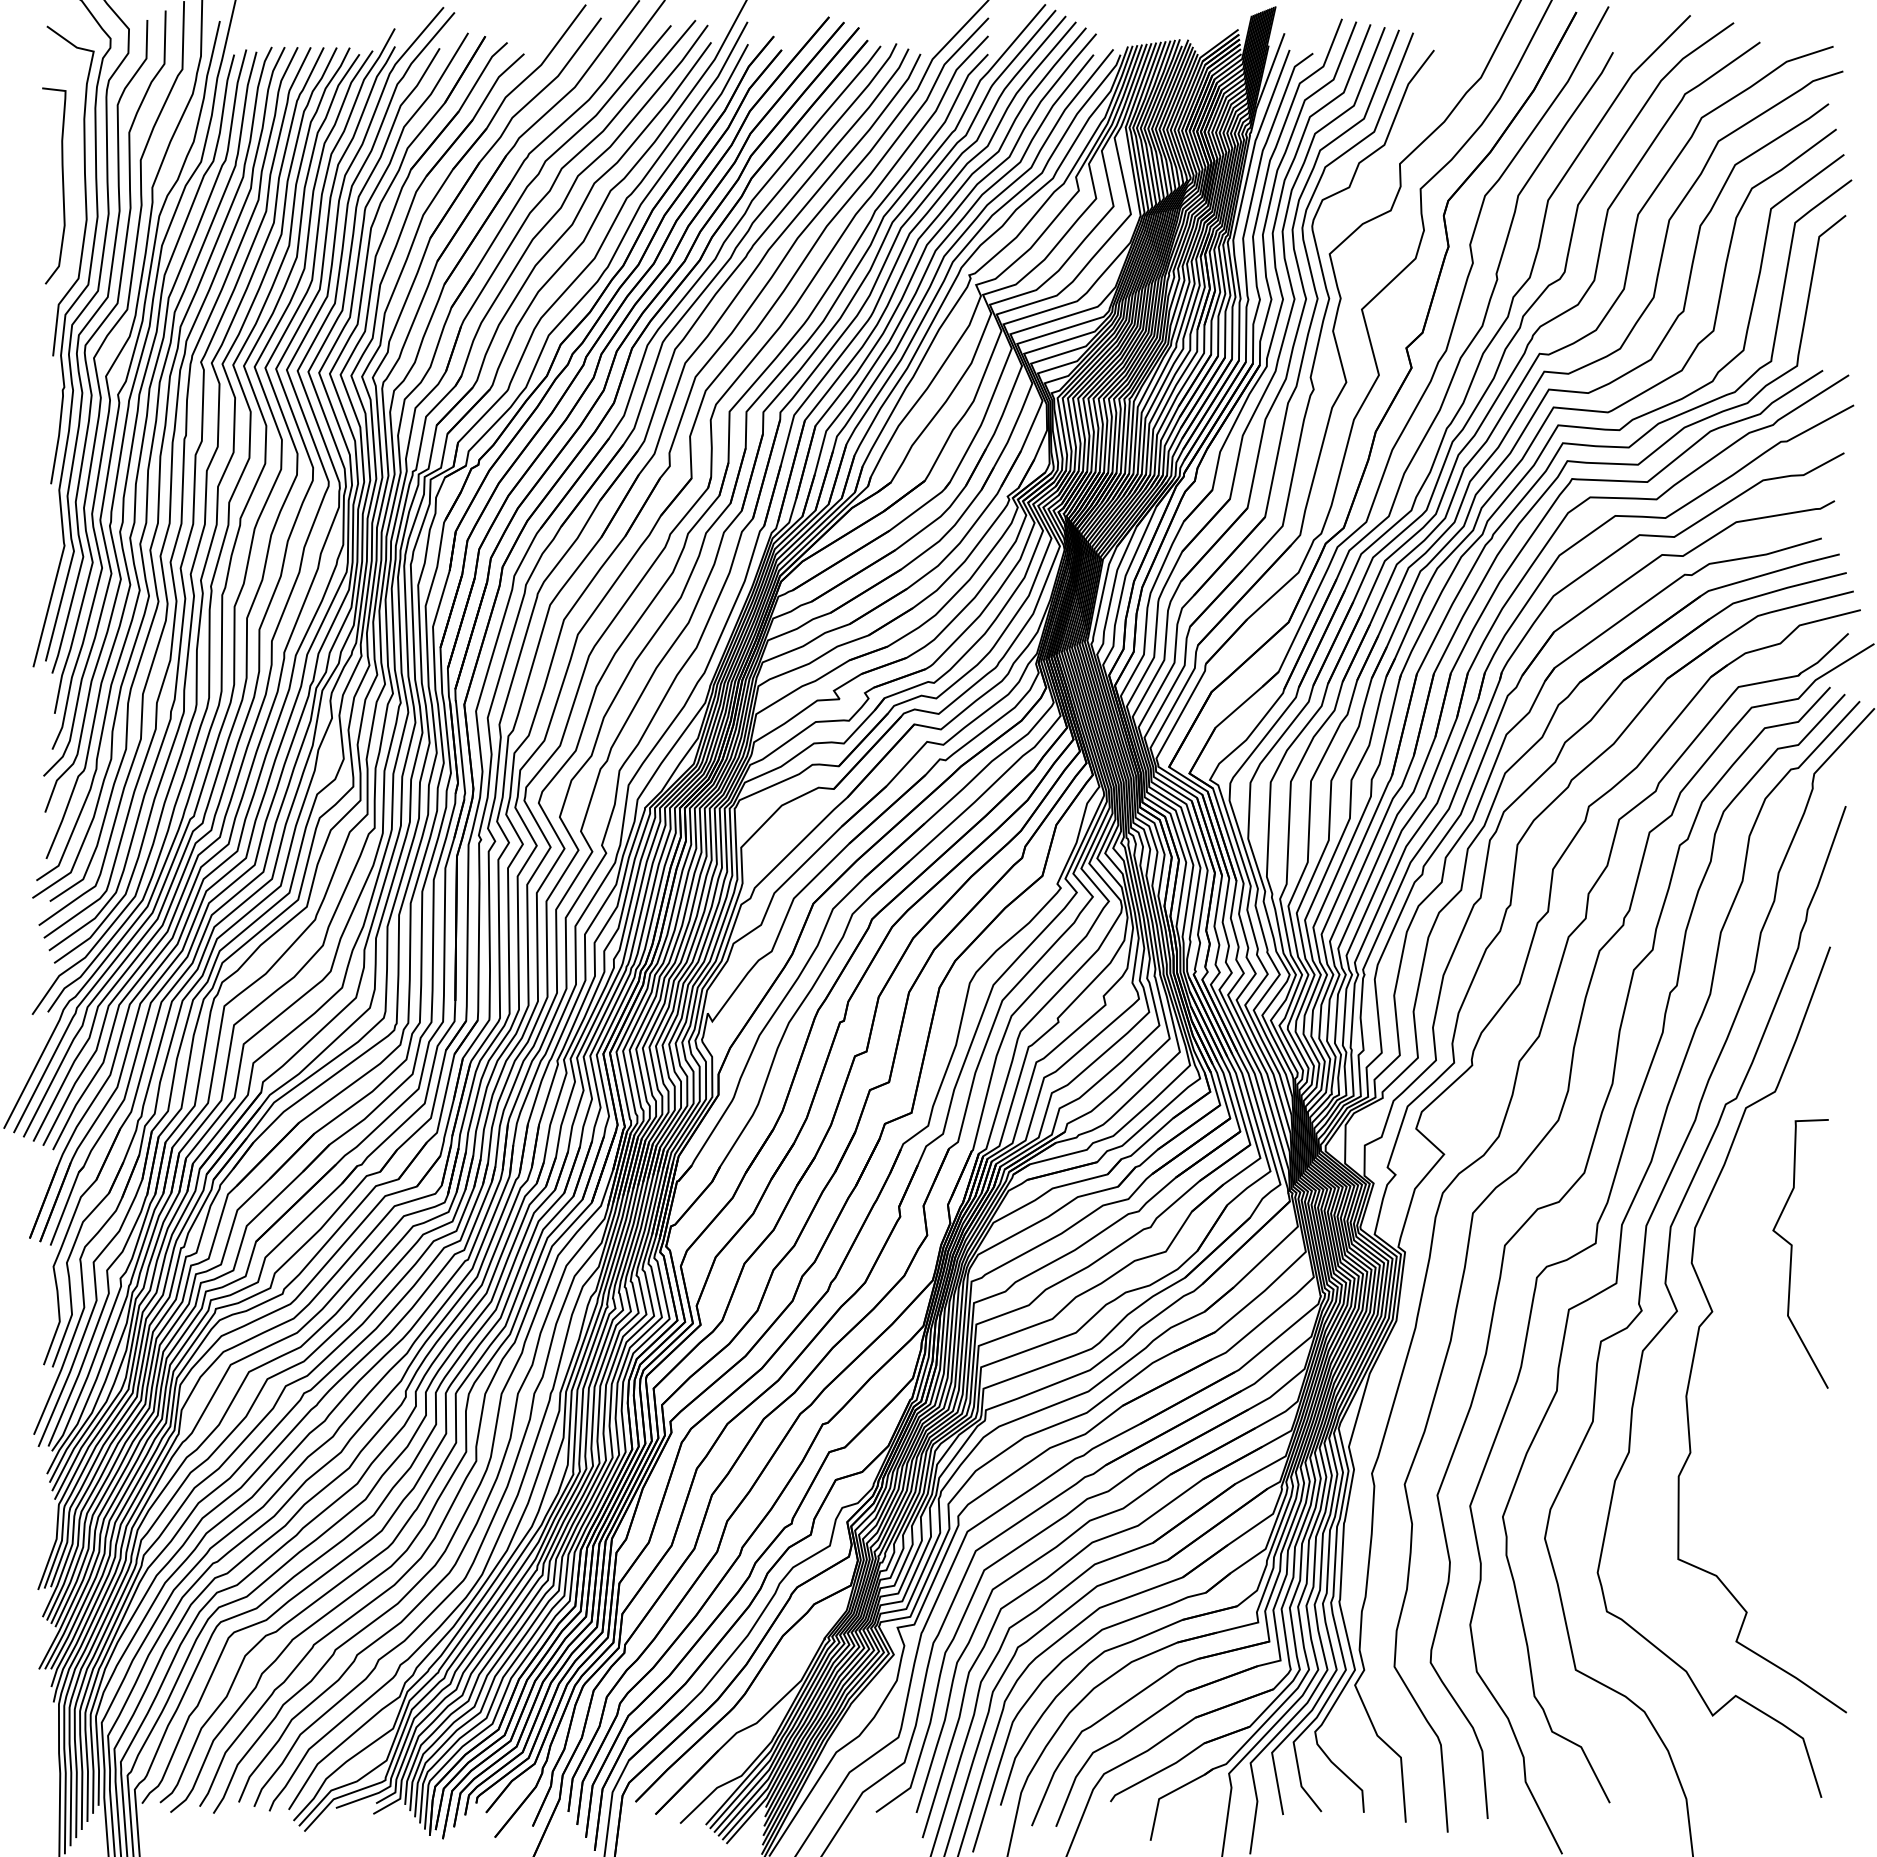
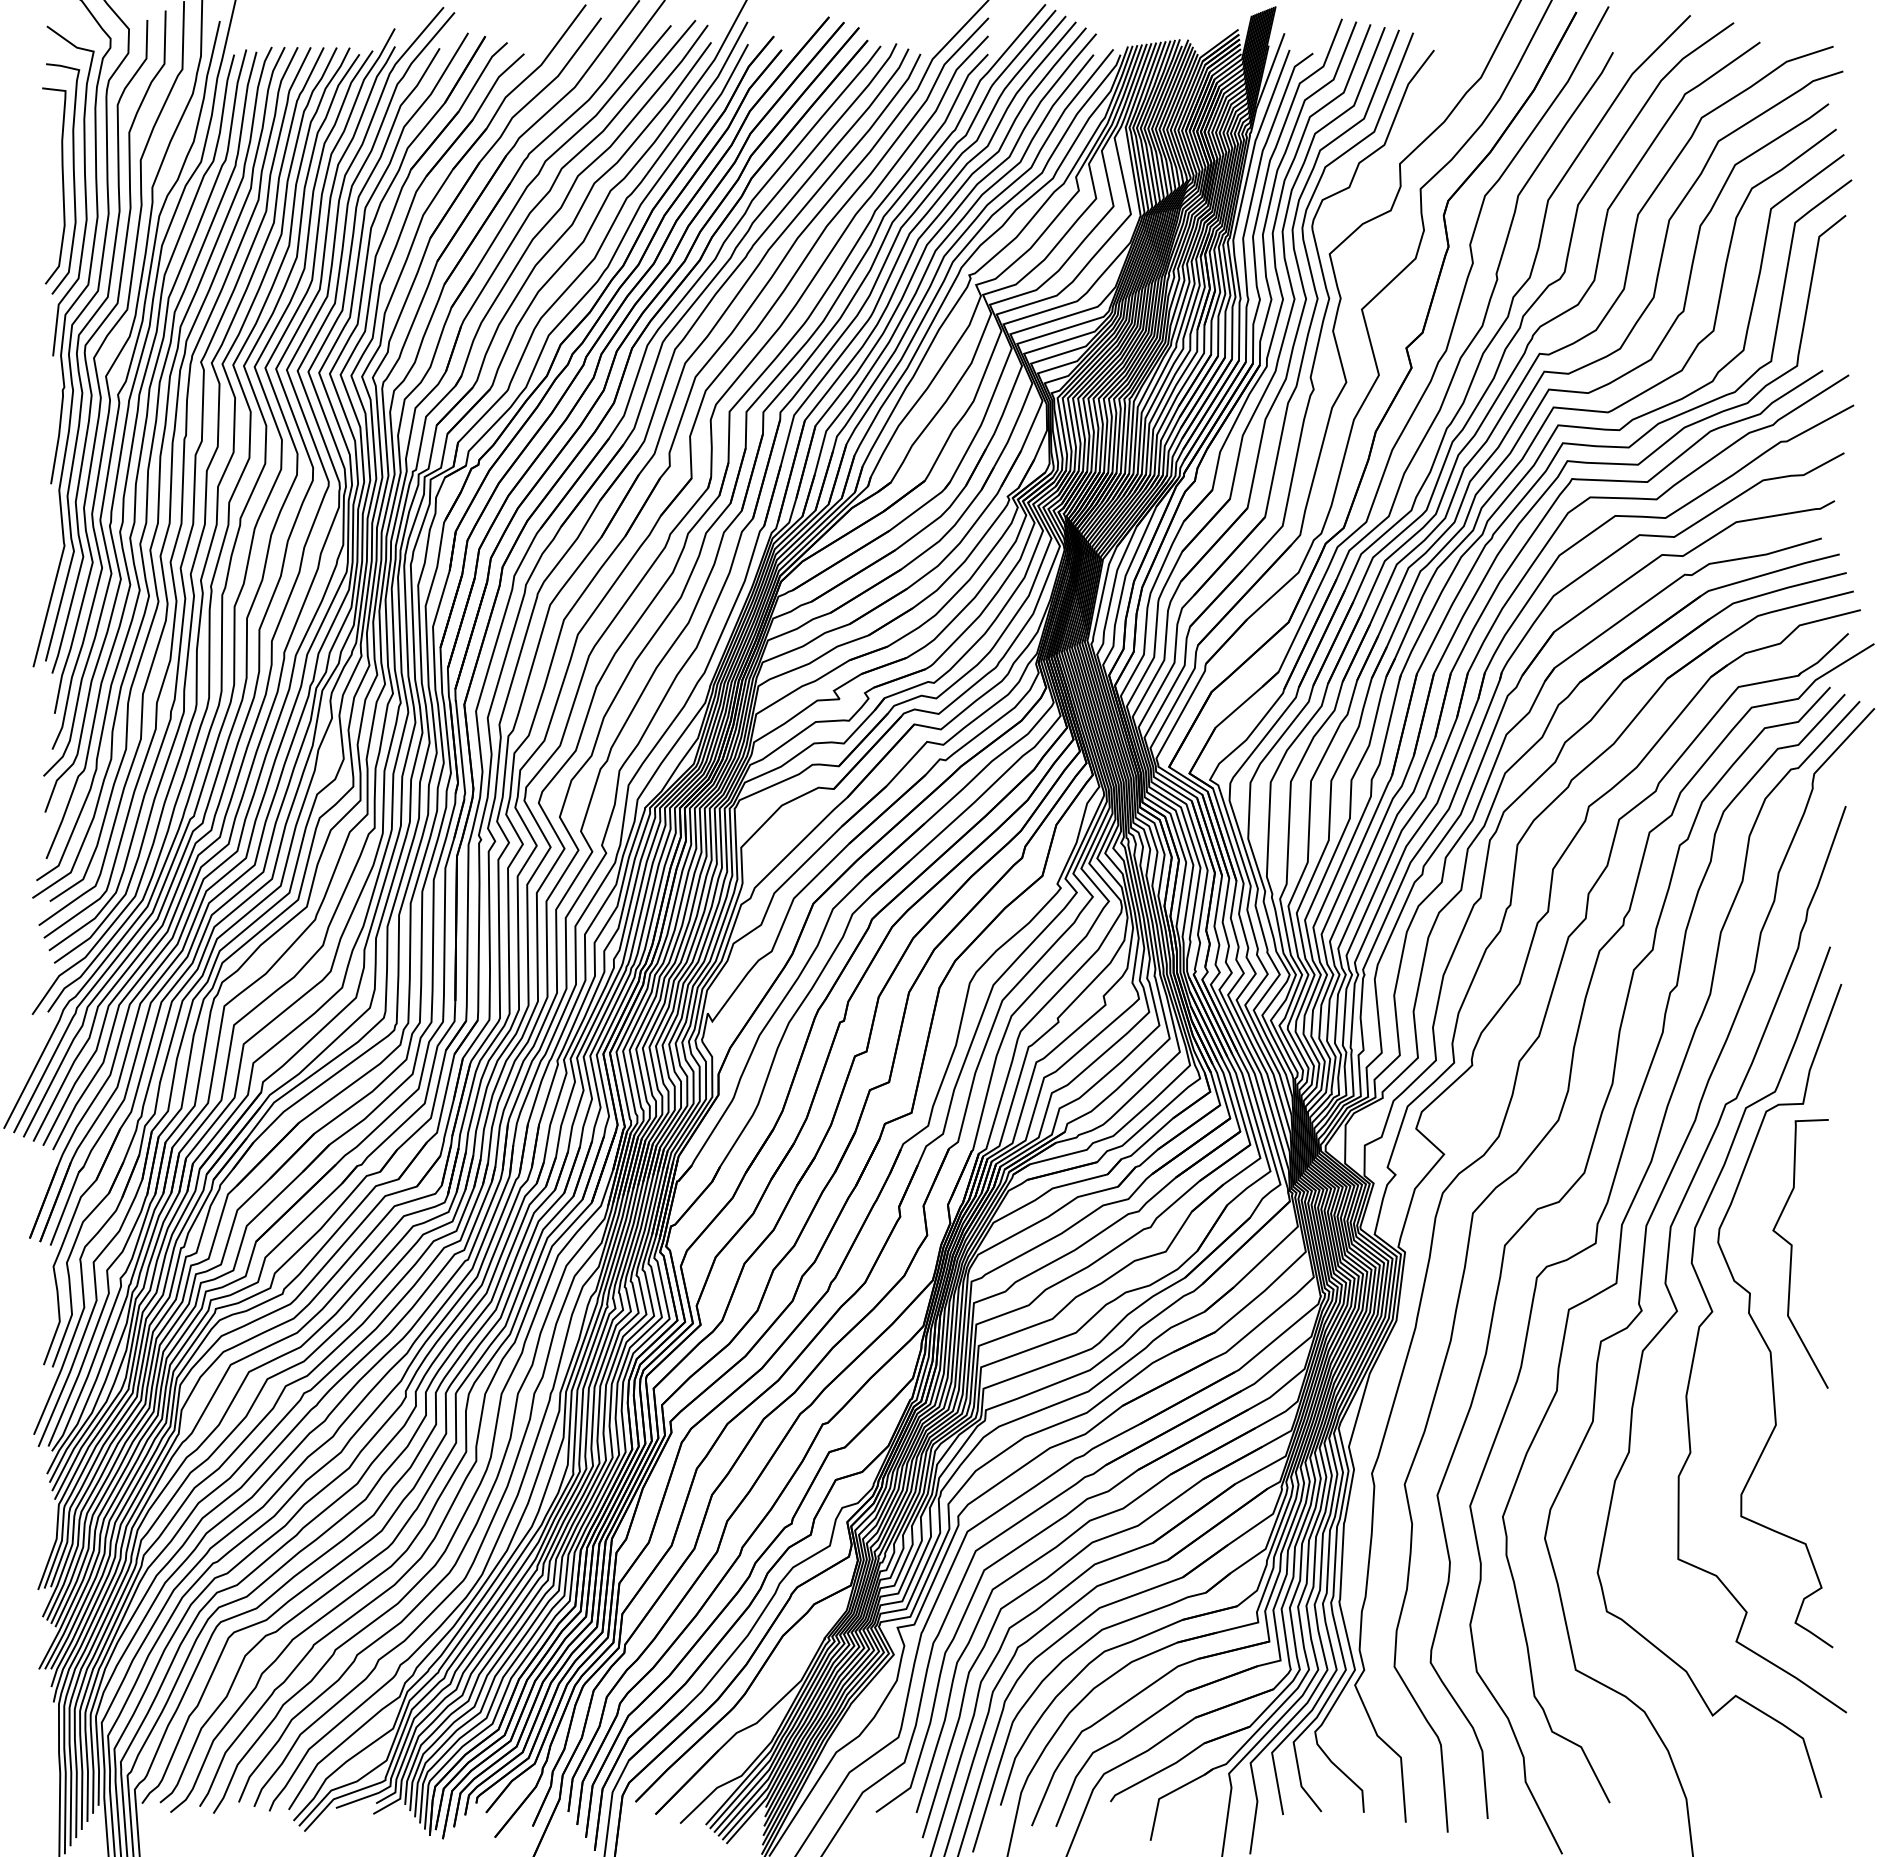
curve at (73, 178): none -> present
curve at (1759, 1329): none -> present
